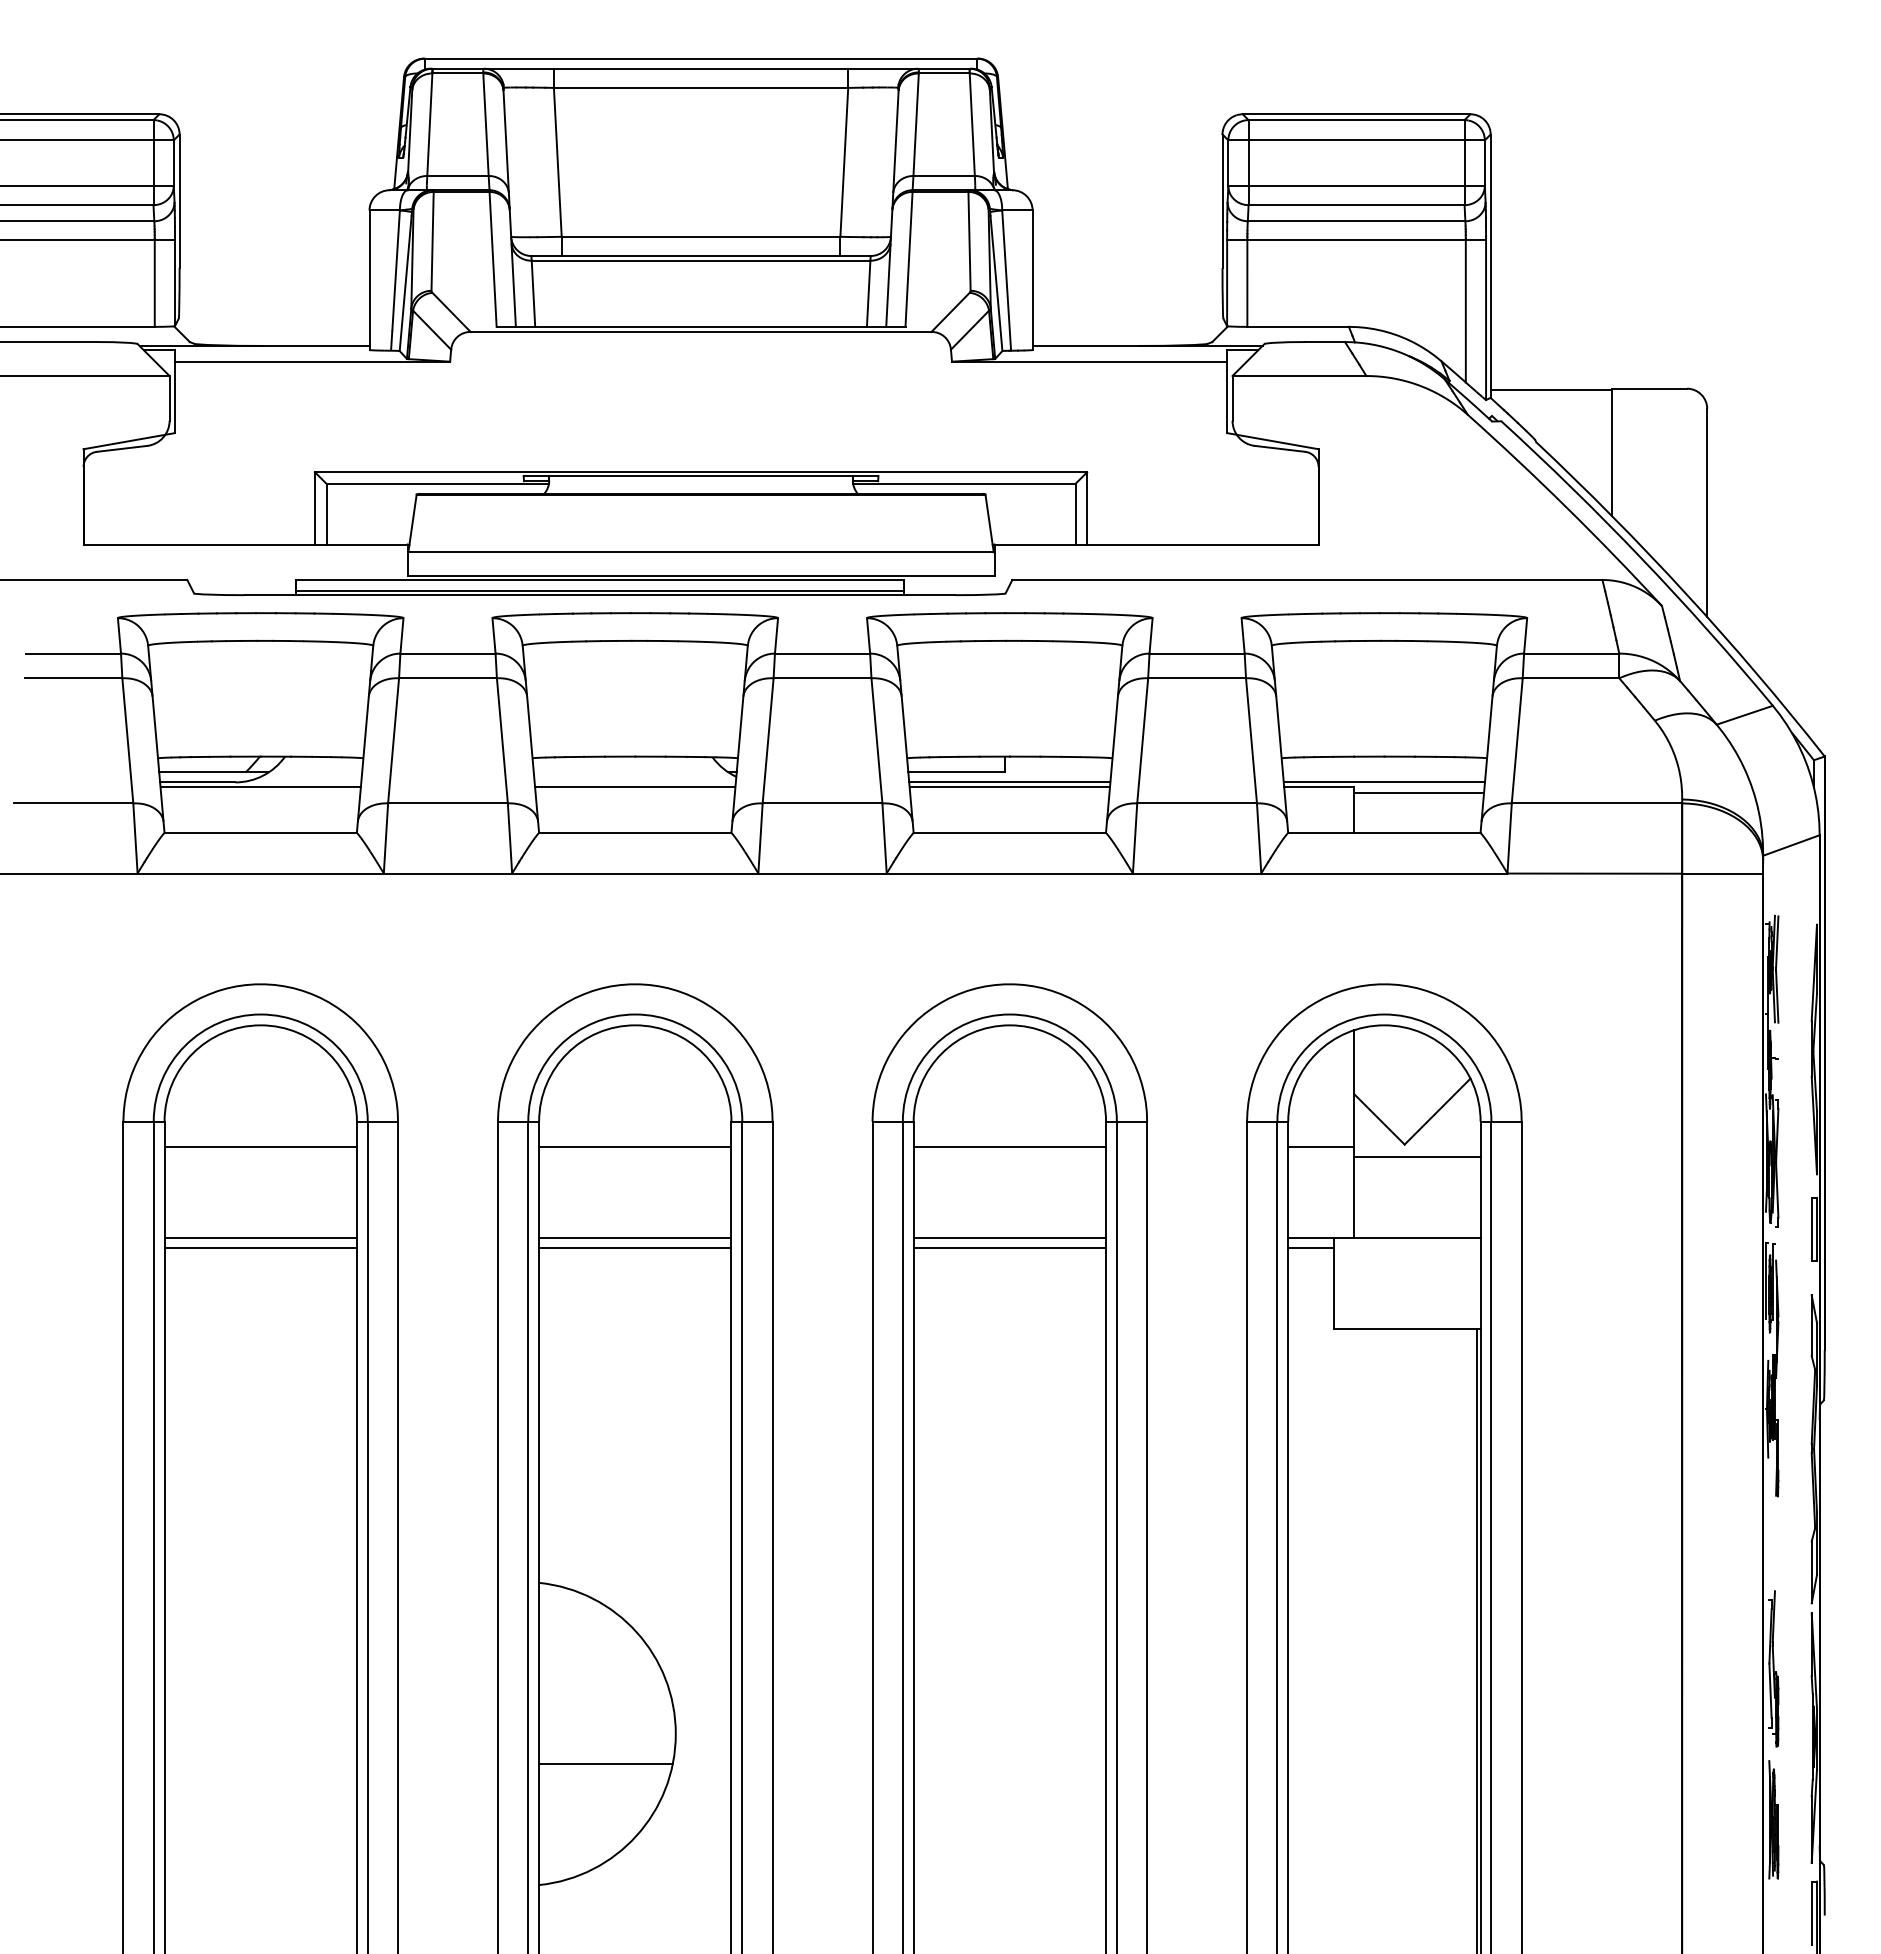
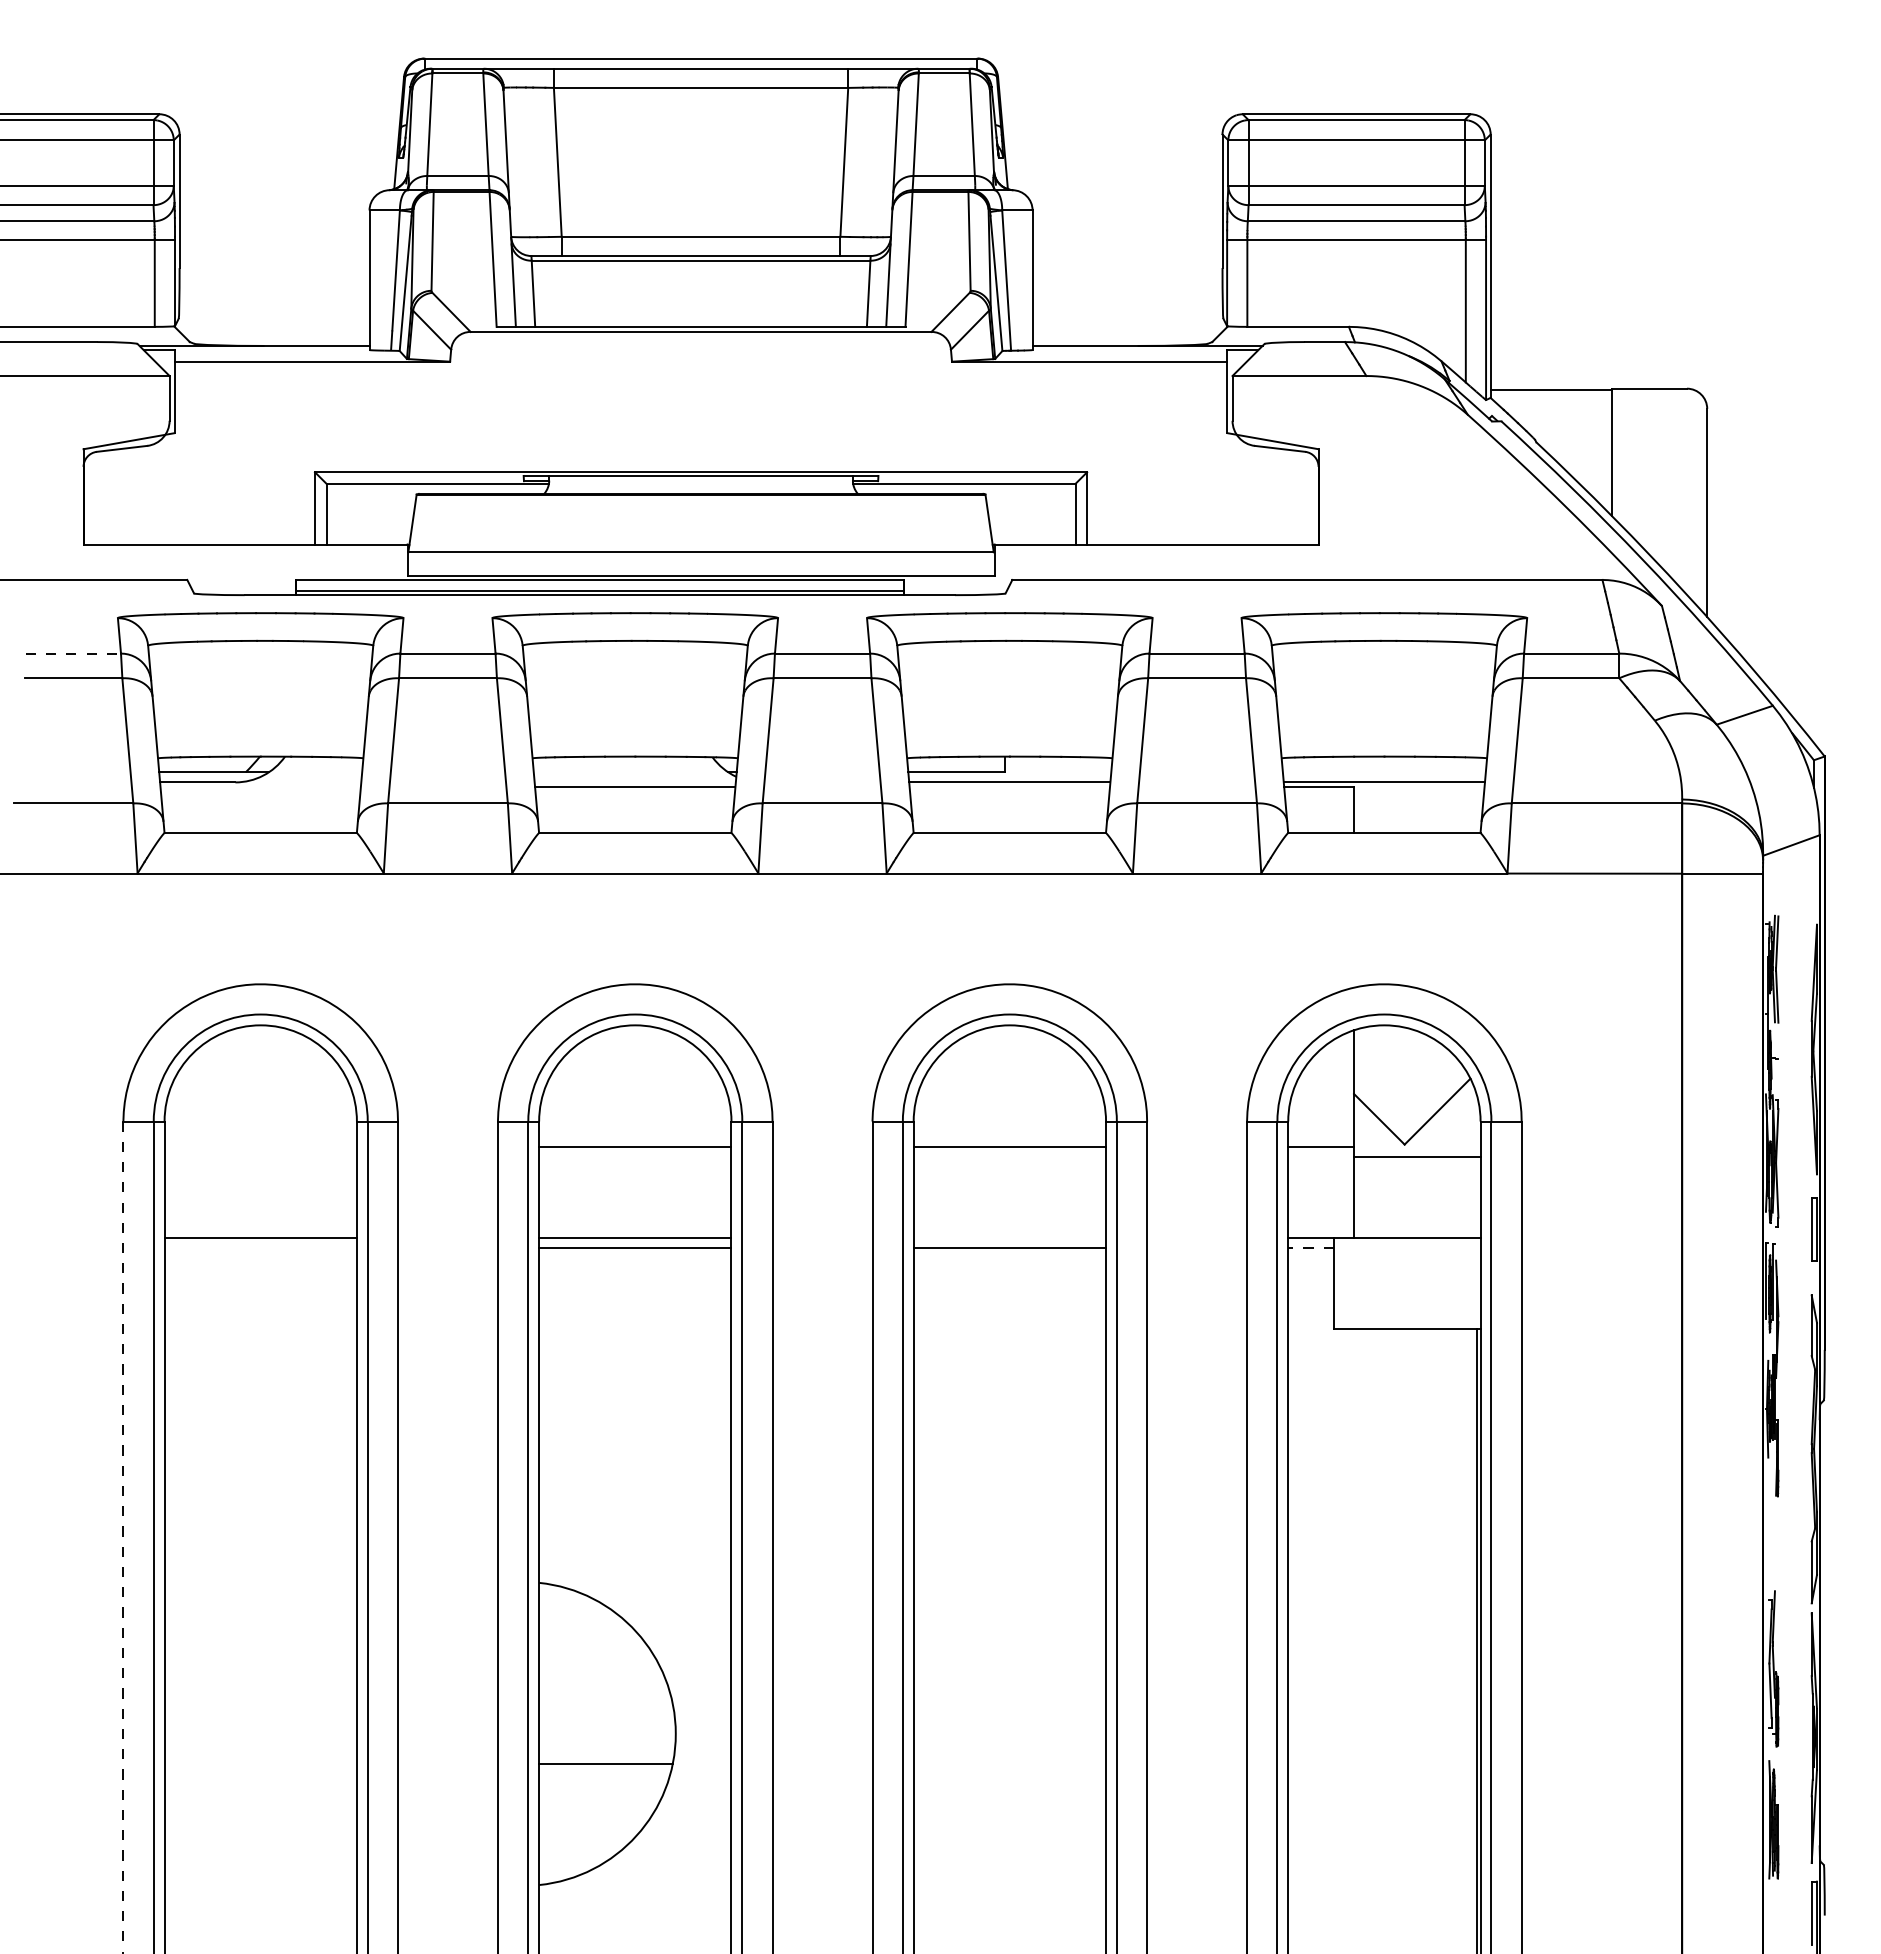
line at (73, 653): solid -> dashed
line at (260, 787): present -> none
line at (1009, 787): present -> none
line at (1419, 793): present -> none
line at (260, 1146): present -> none
line at (1009, 1237): present -> none
line at (260, 1248): present -> none
line at (1311, 1248): solid -> dashed
line at (123, 1537): solid -> dashed
